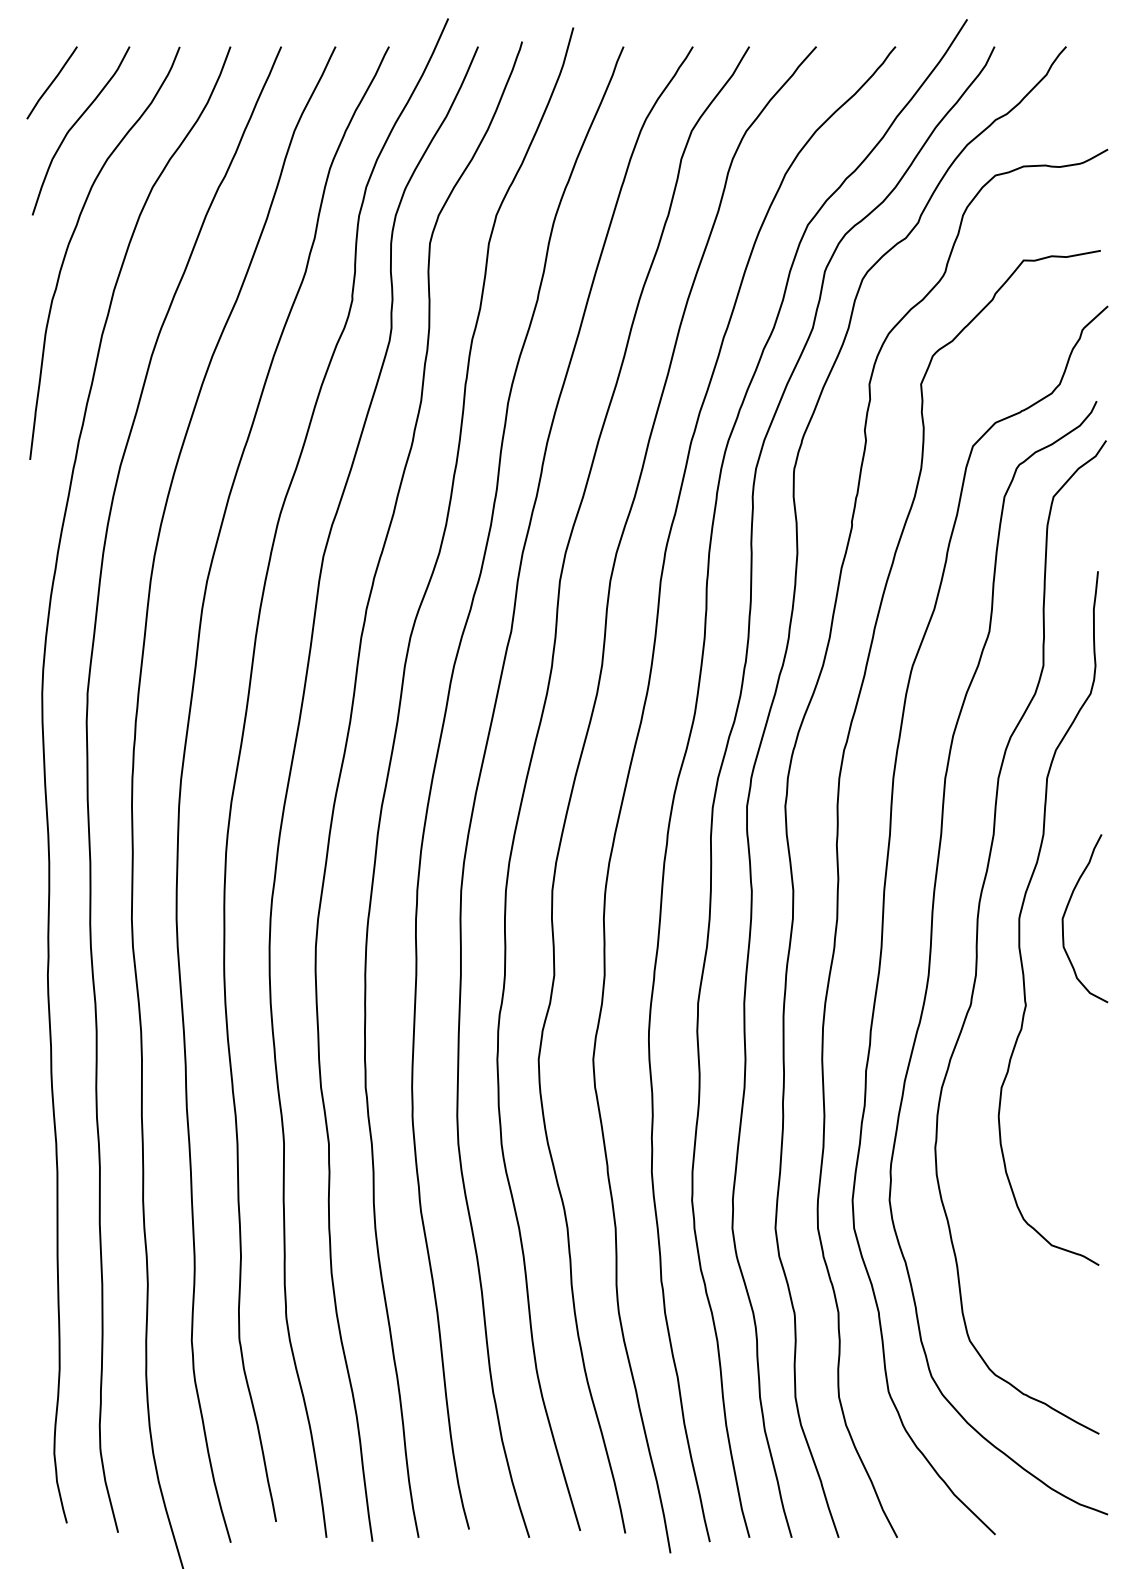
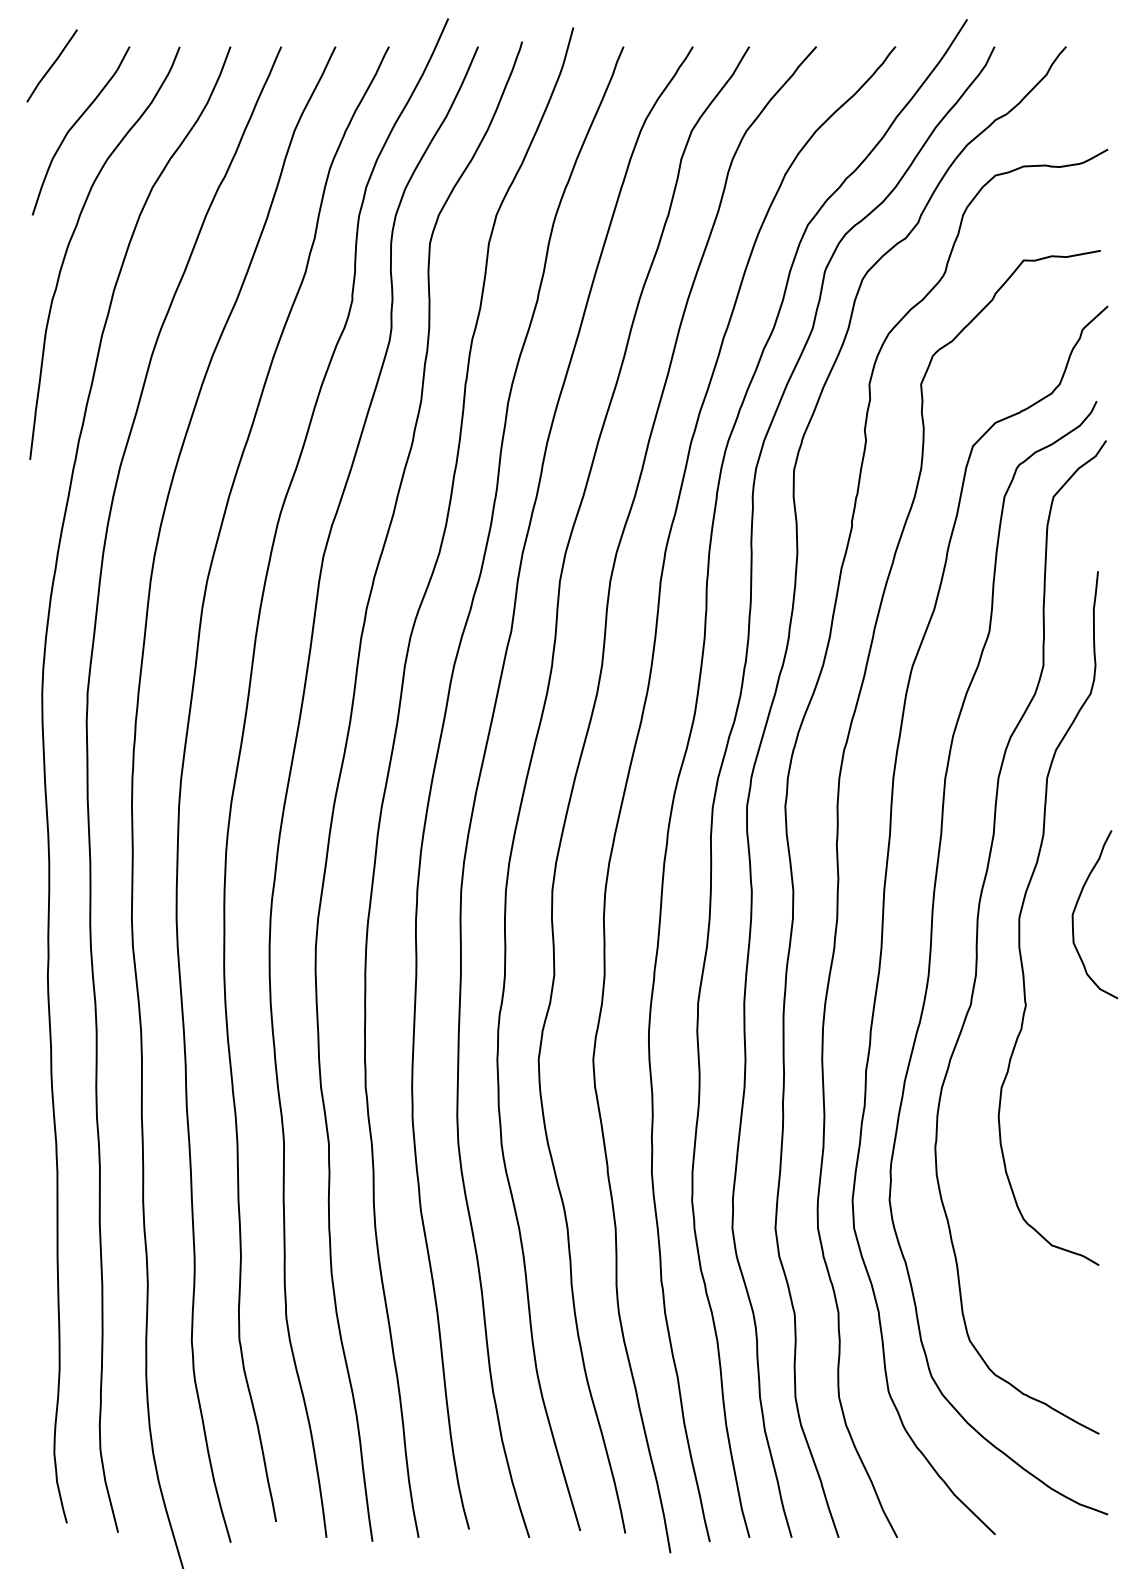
curve at (51, 82) position: (51, 82) -> (51, 65)
curve at (1066, 911) position: (1066, 911) -> (1076, 907)
